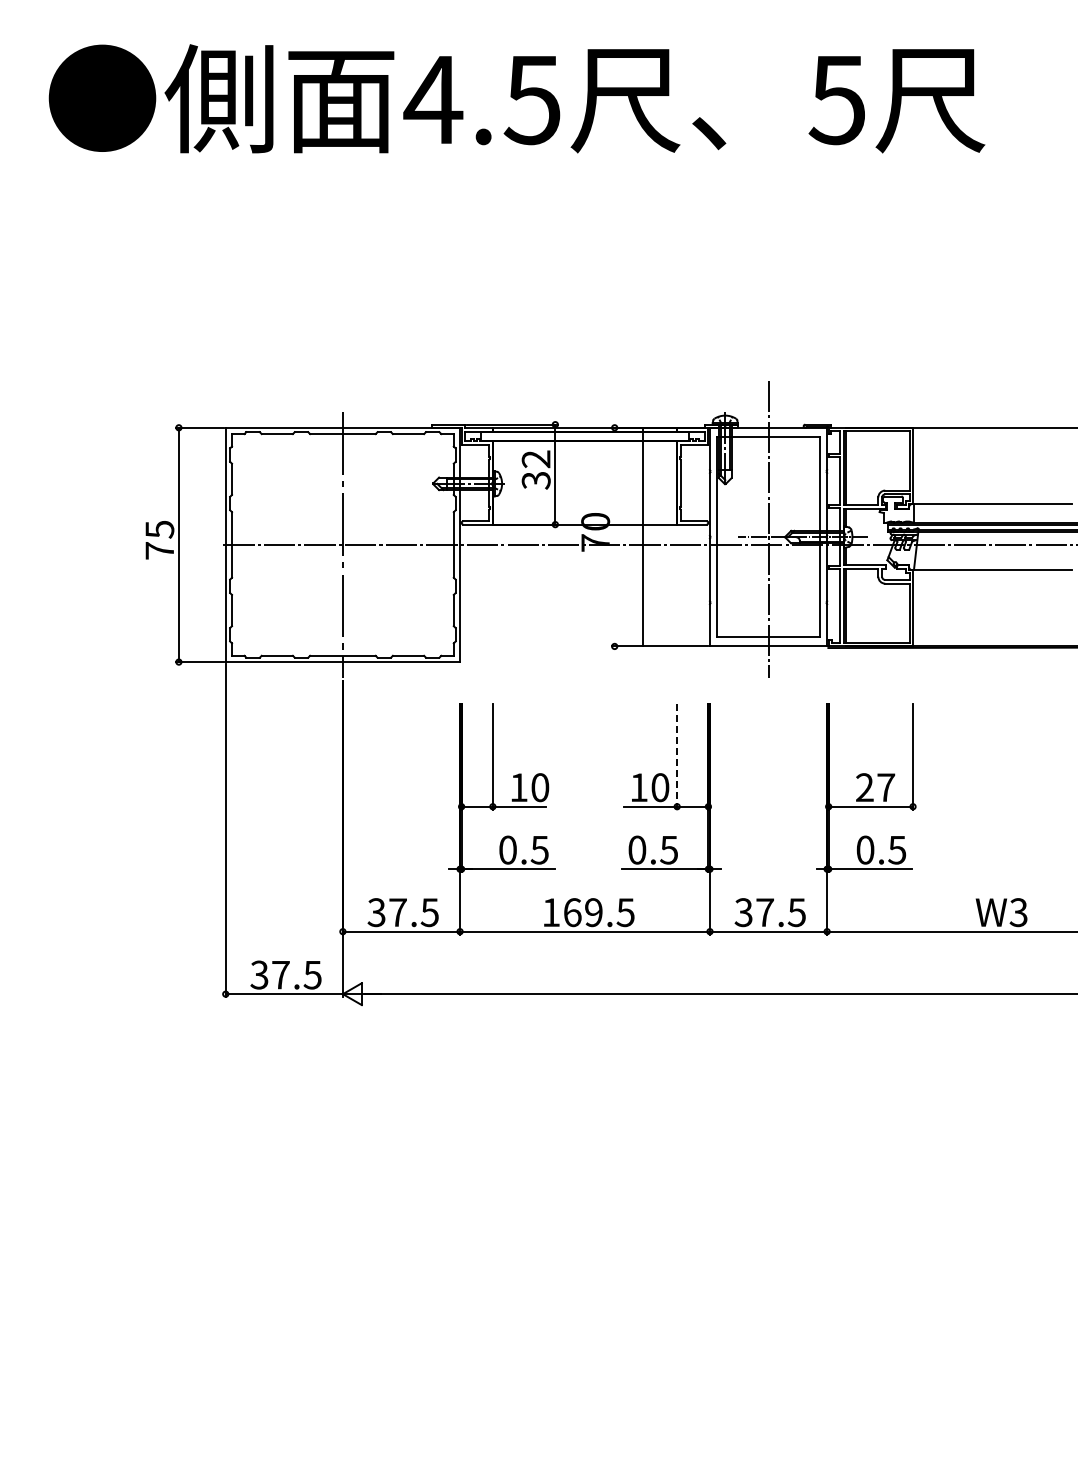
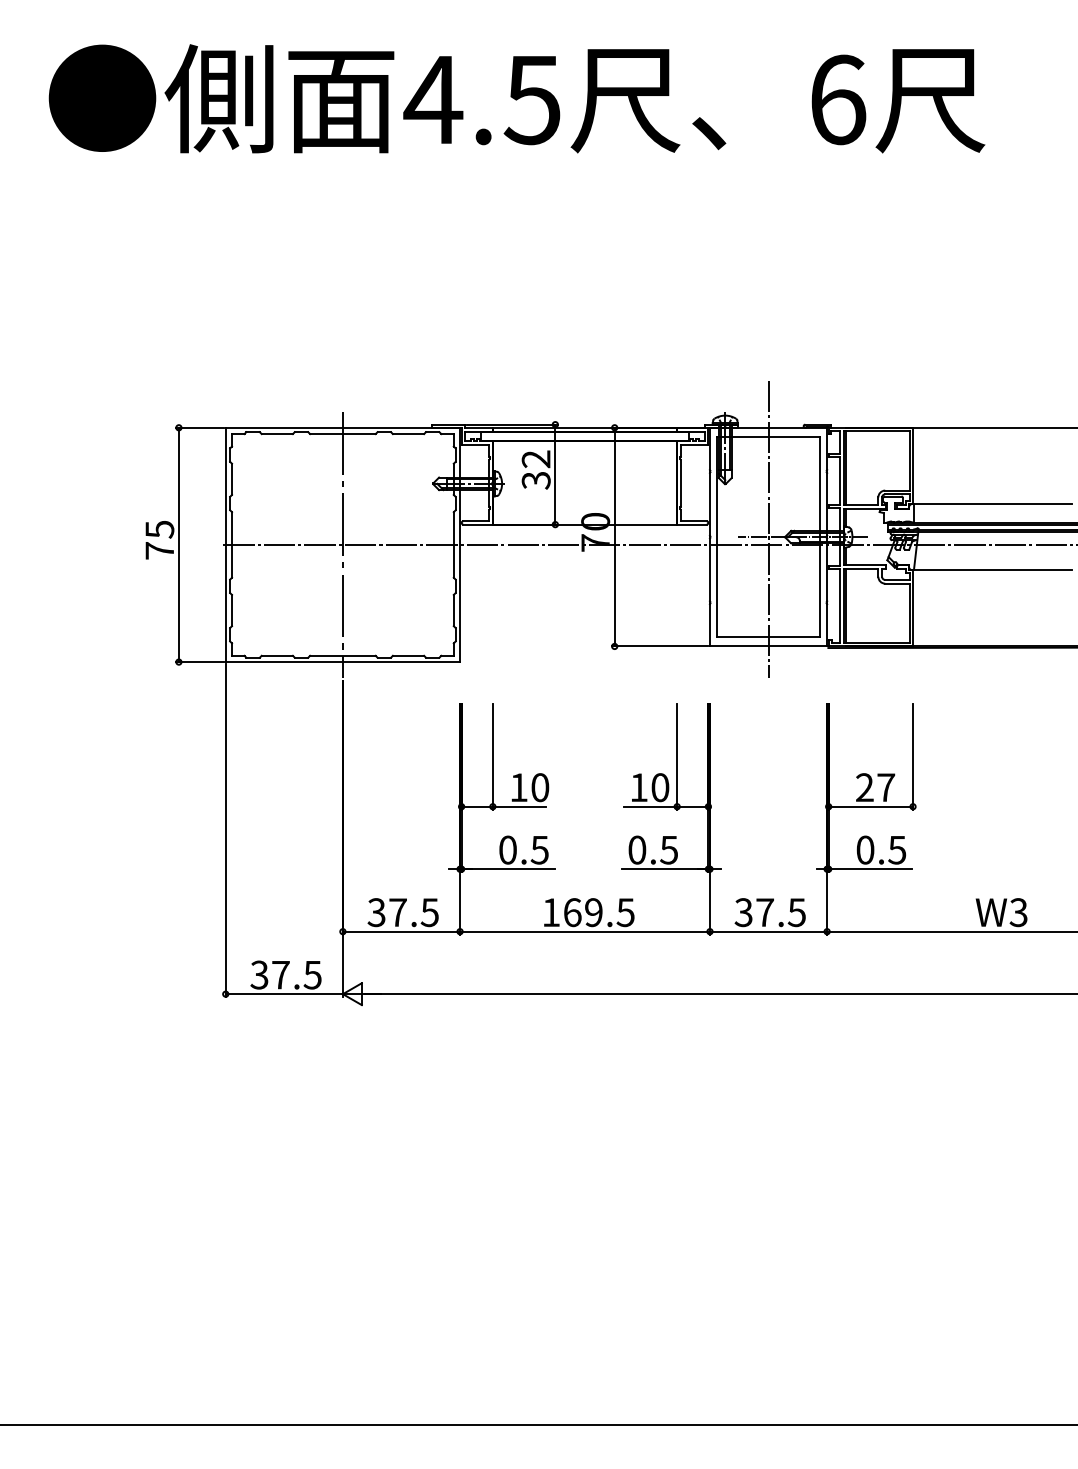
text at (837, 99): 5 -> 6
line at (642, 536) position: (642, 536) -> (614, 536)
line at (677, 757): dashed -> solid
line at (538, 1424): none -> present
